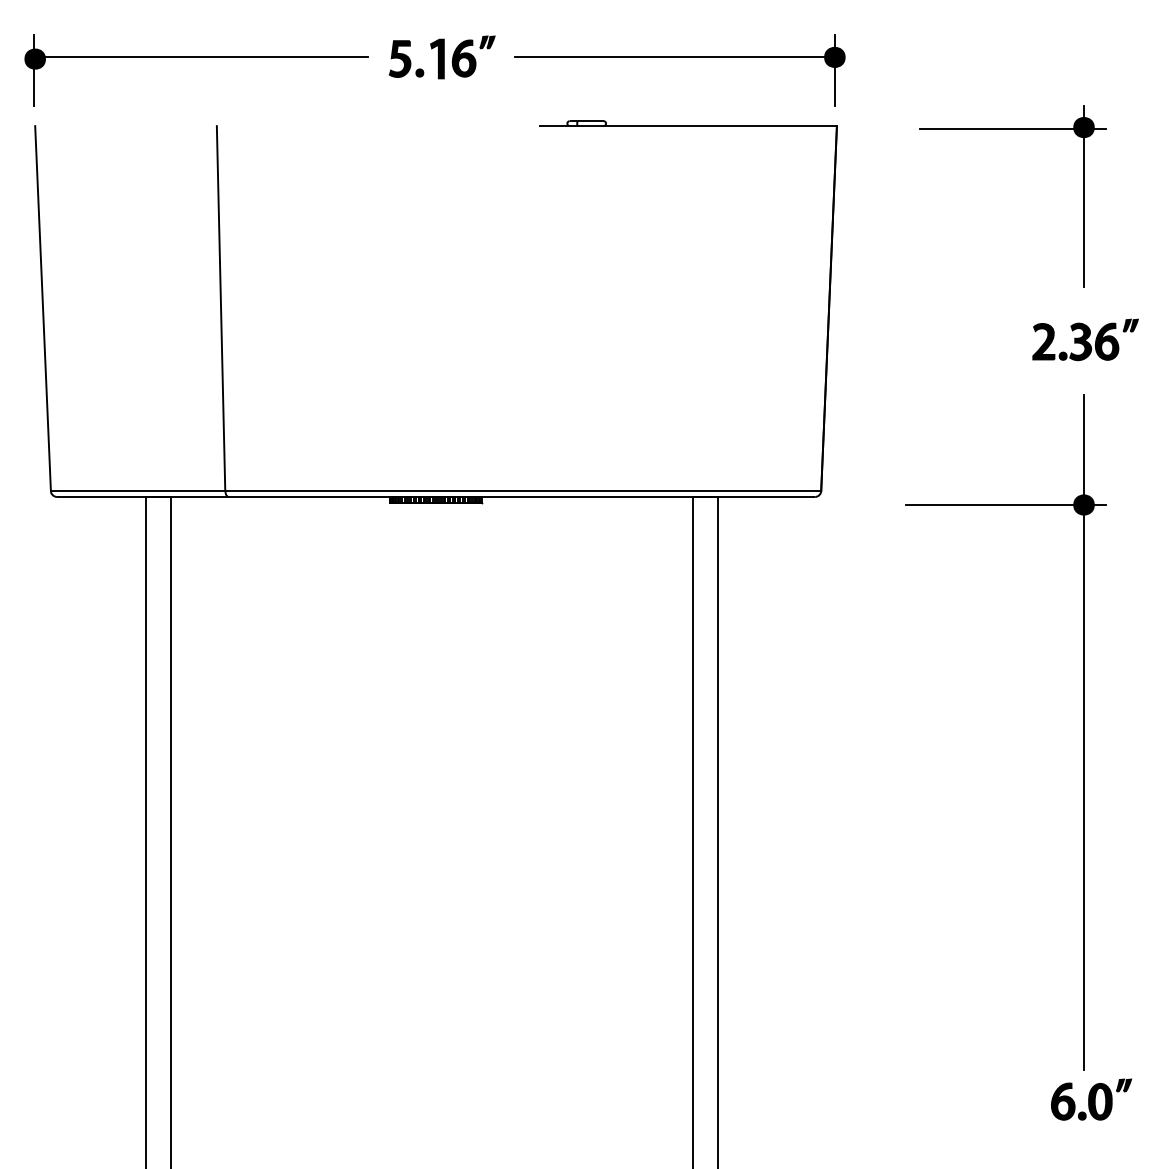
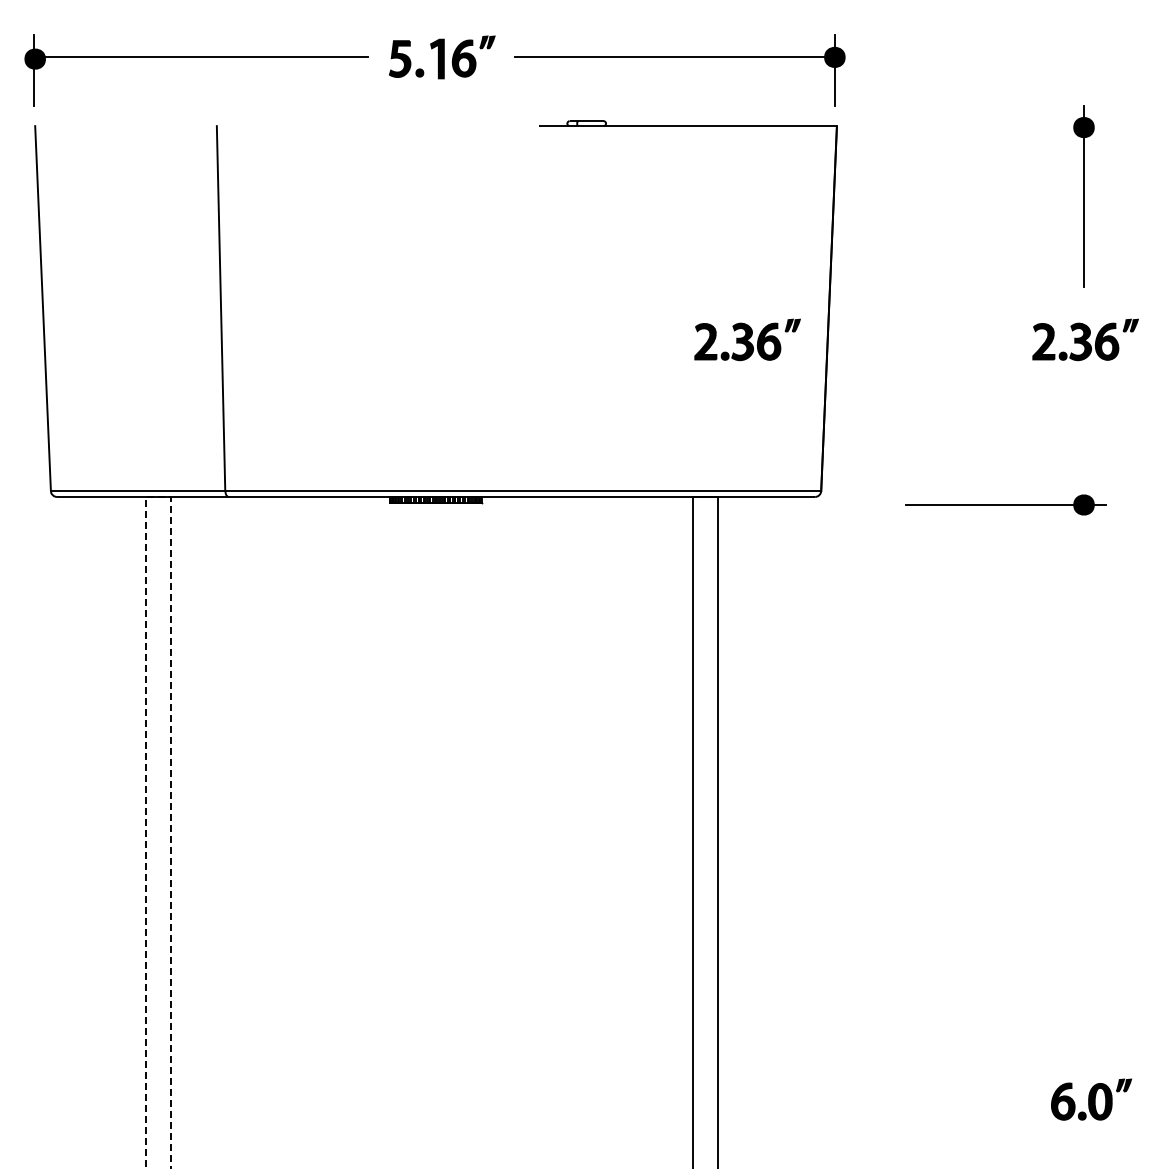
line at (1012, 129): present -> none
part at (747, 339): none -> present
line at (159, 496): solid -> dashed
line at (1084, 731): present -> none
